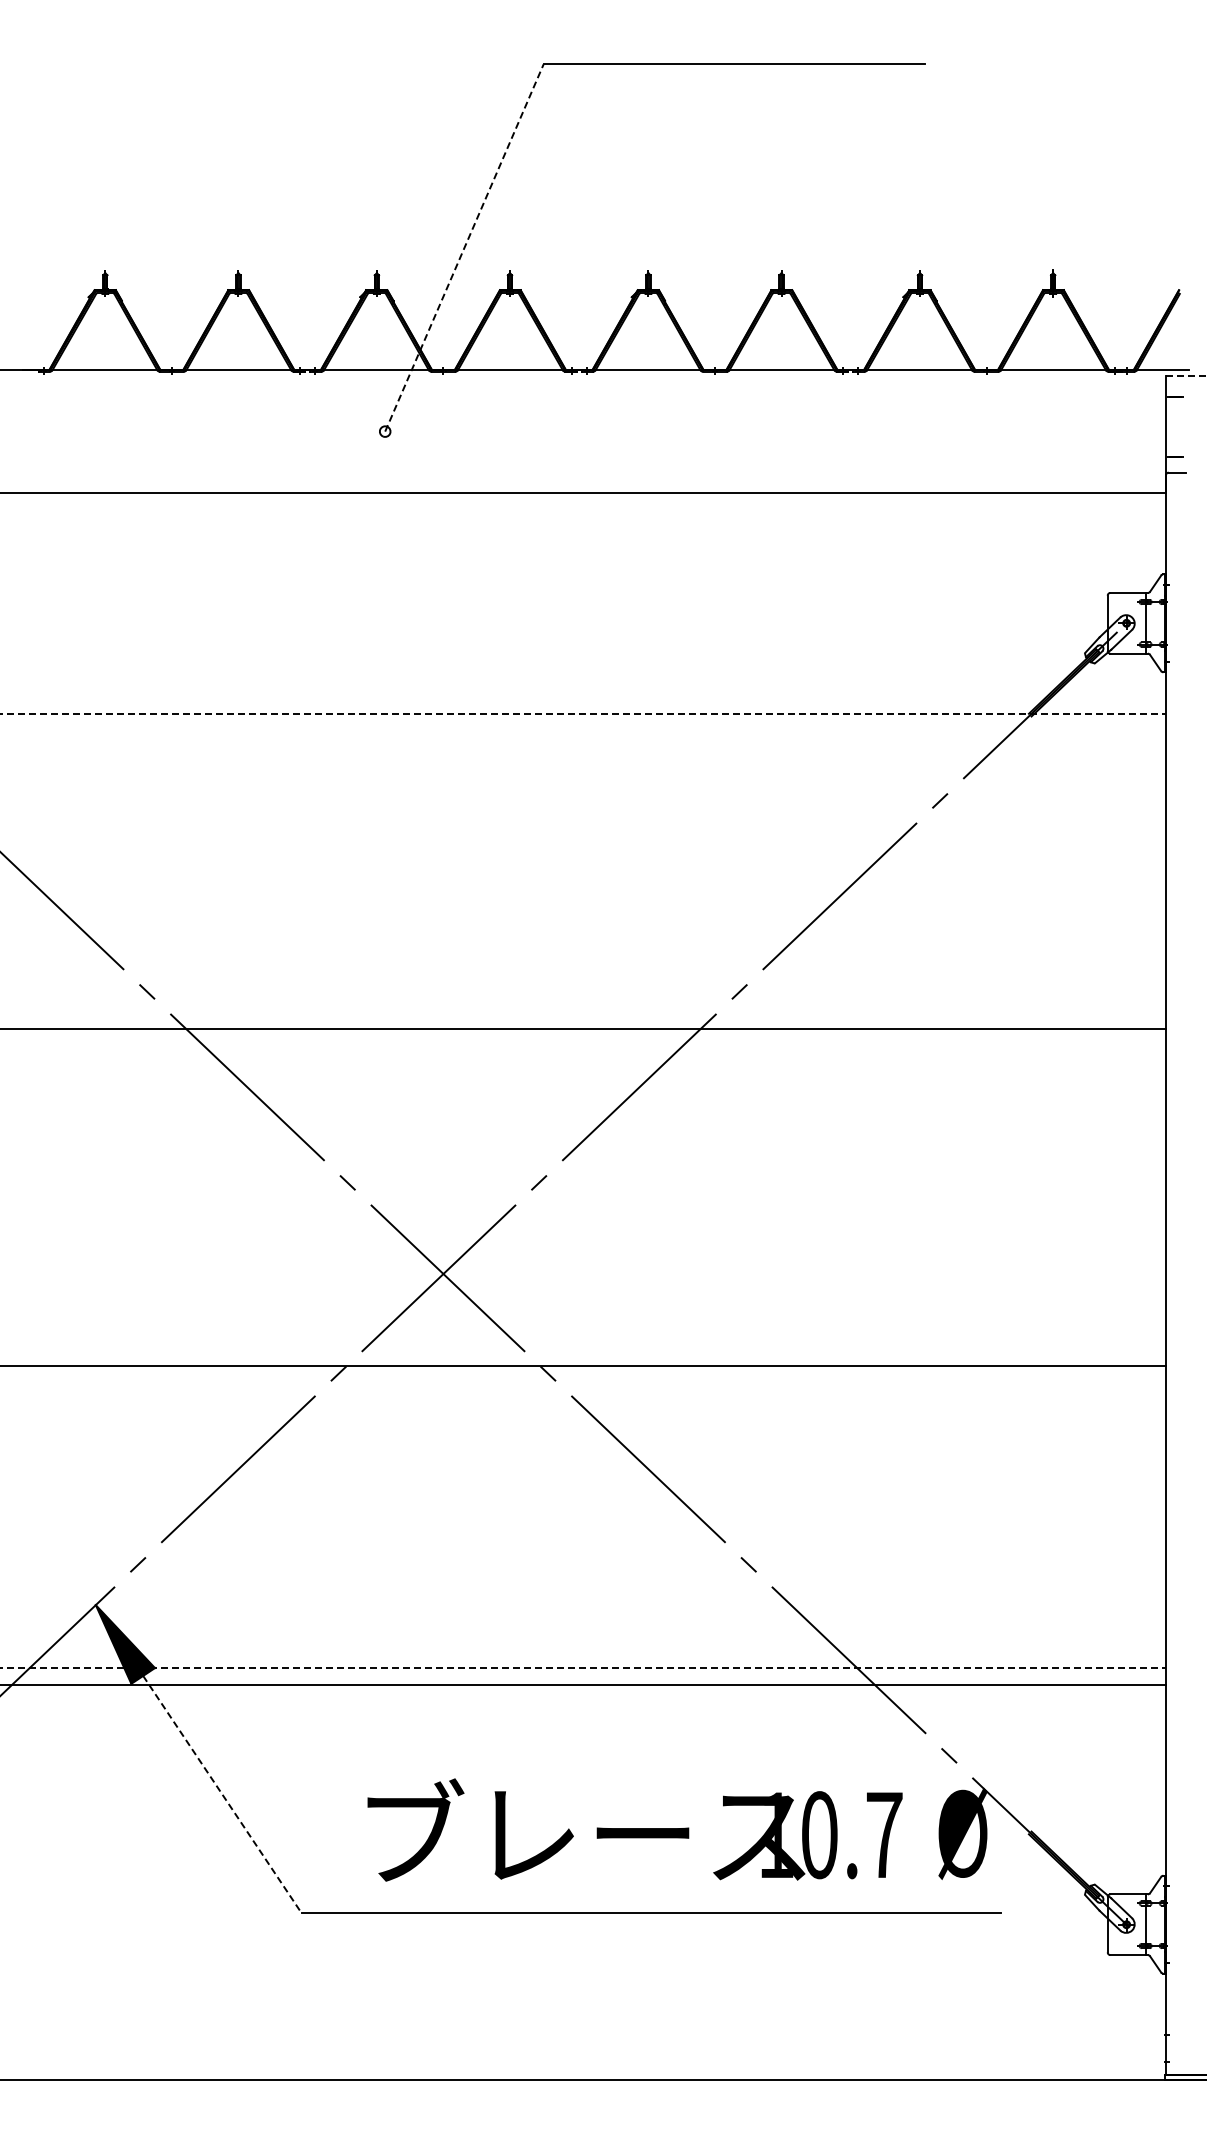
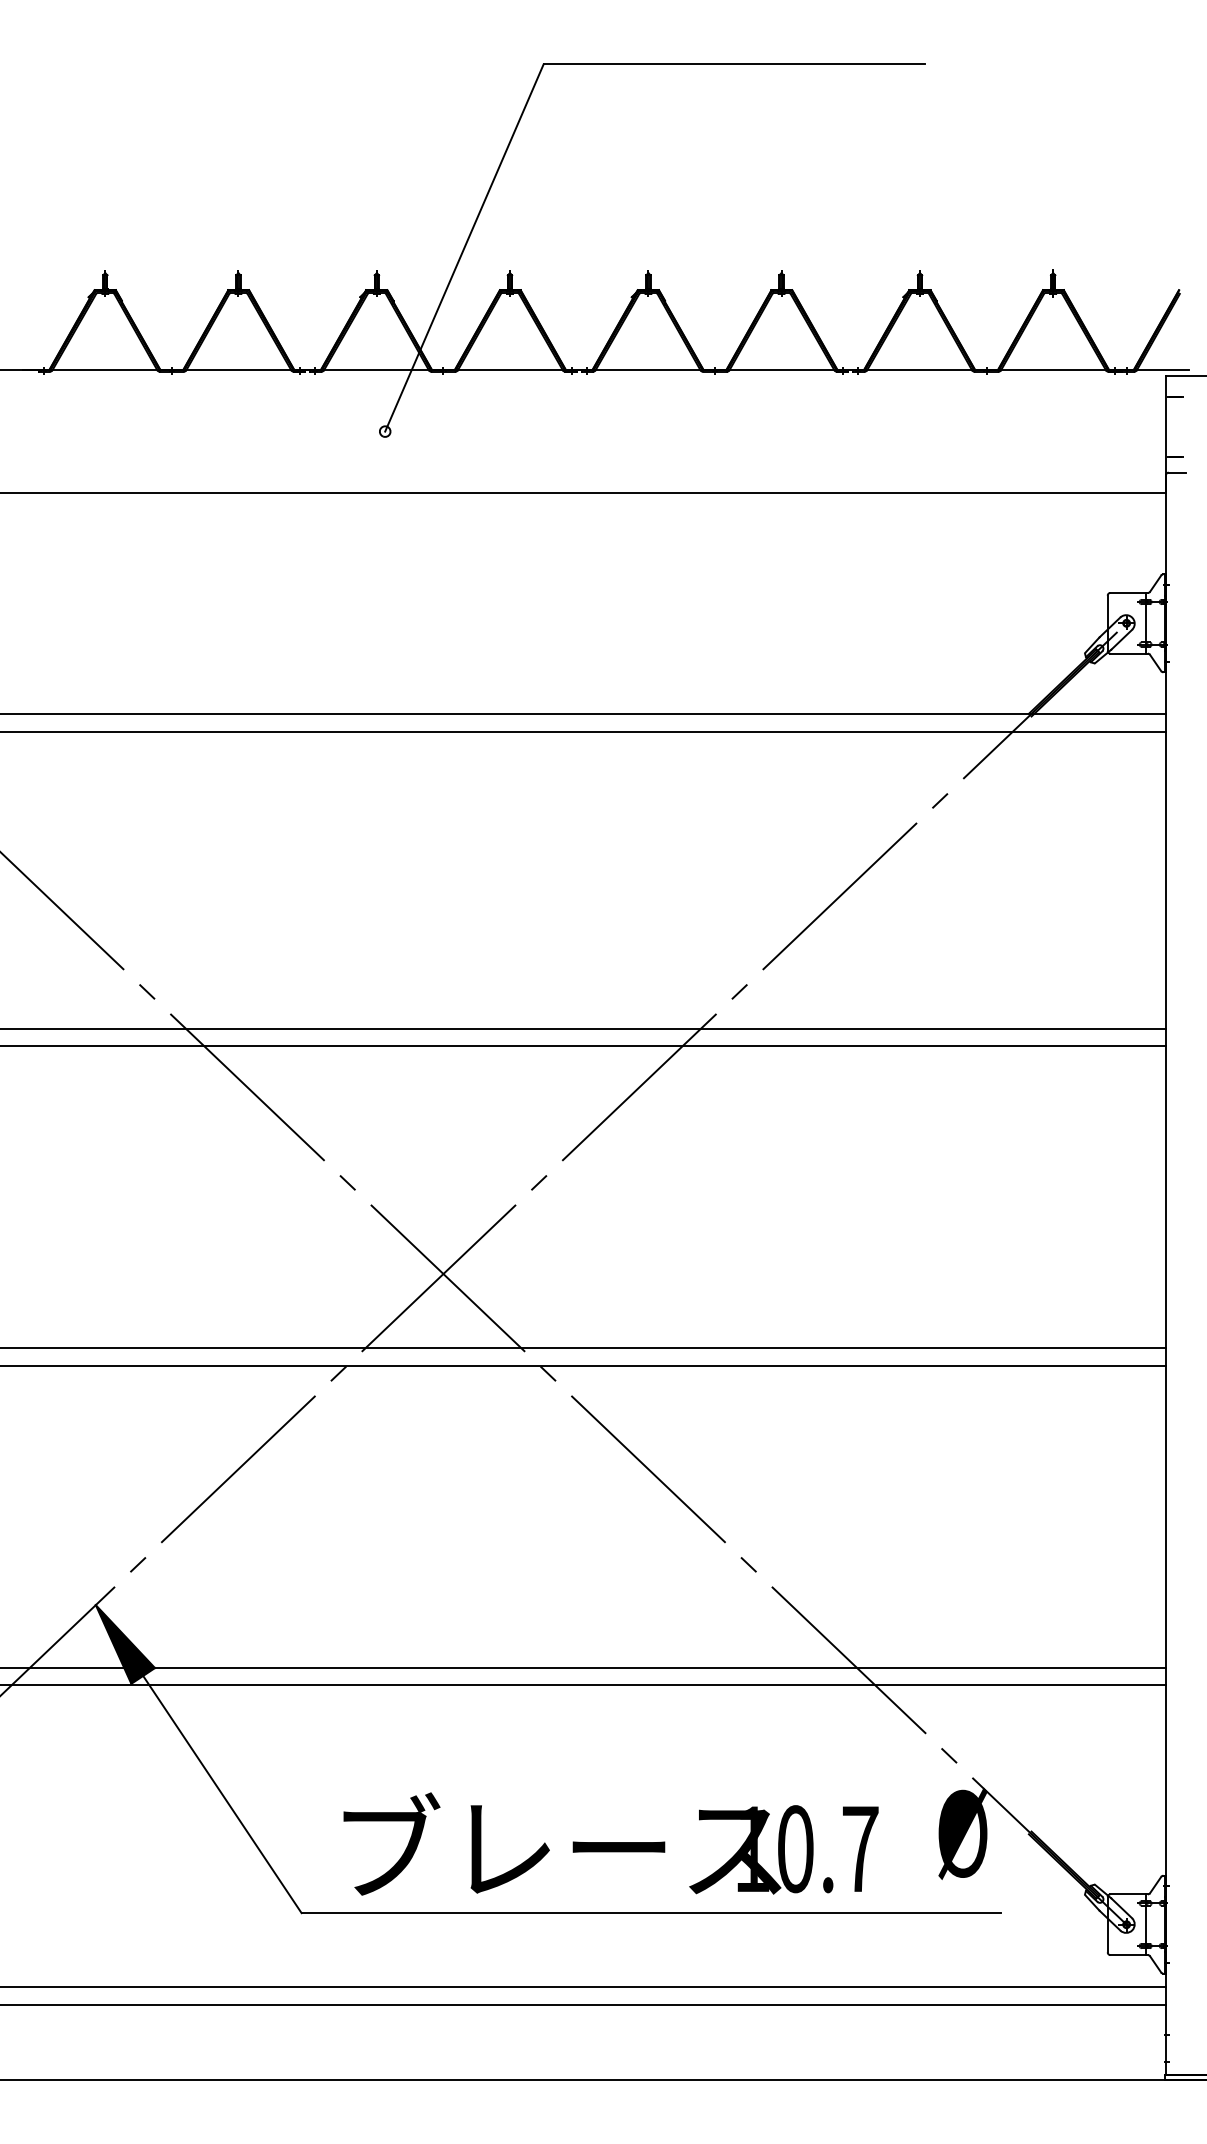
line at (464, 247): dashed -> solid
line at (1186, 376): dashed -> solid
line at (583, 714): dashed -> solid
line at (584, 731): none -> present
line at (584, 1046): none -> present
line at (584, 1348): none -> present
line at (583, 1667): dashed -> solid
line at (222, 1794): dashed -> solid
text at (634, 1829) position: (634, 1829) -> (610, 1843)
line at (584, 1987): none -> present
line at (584, 2004): none -> present
